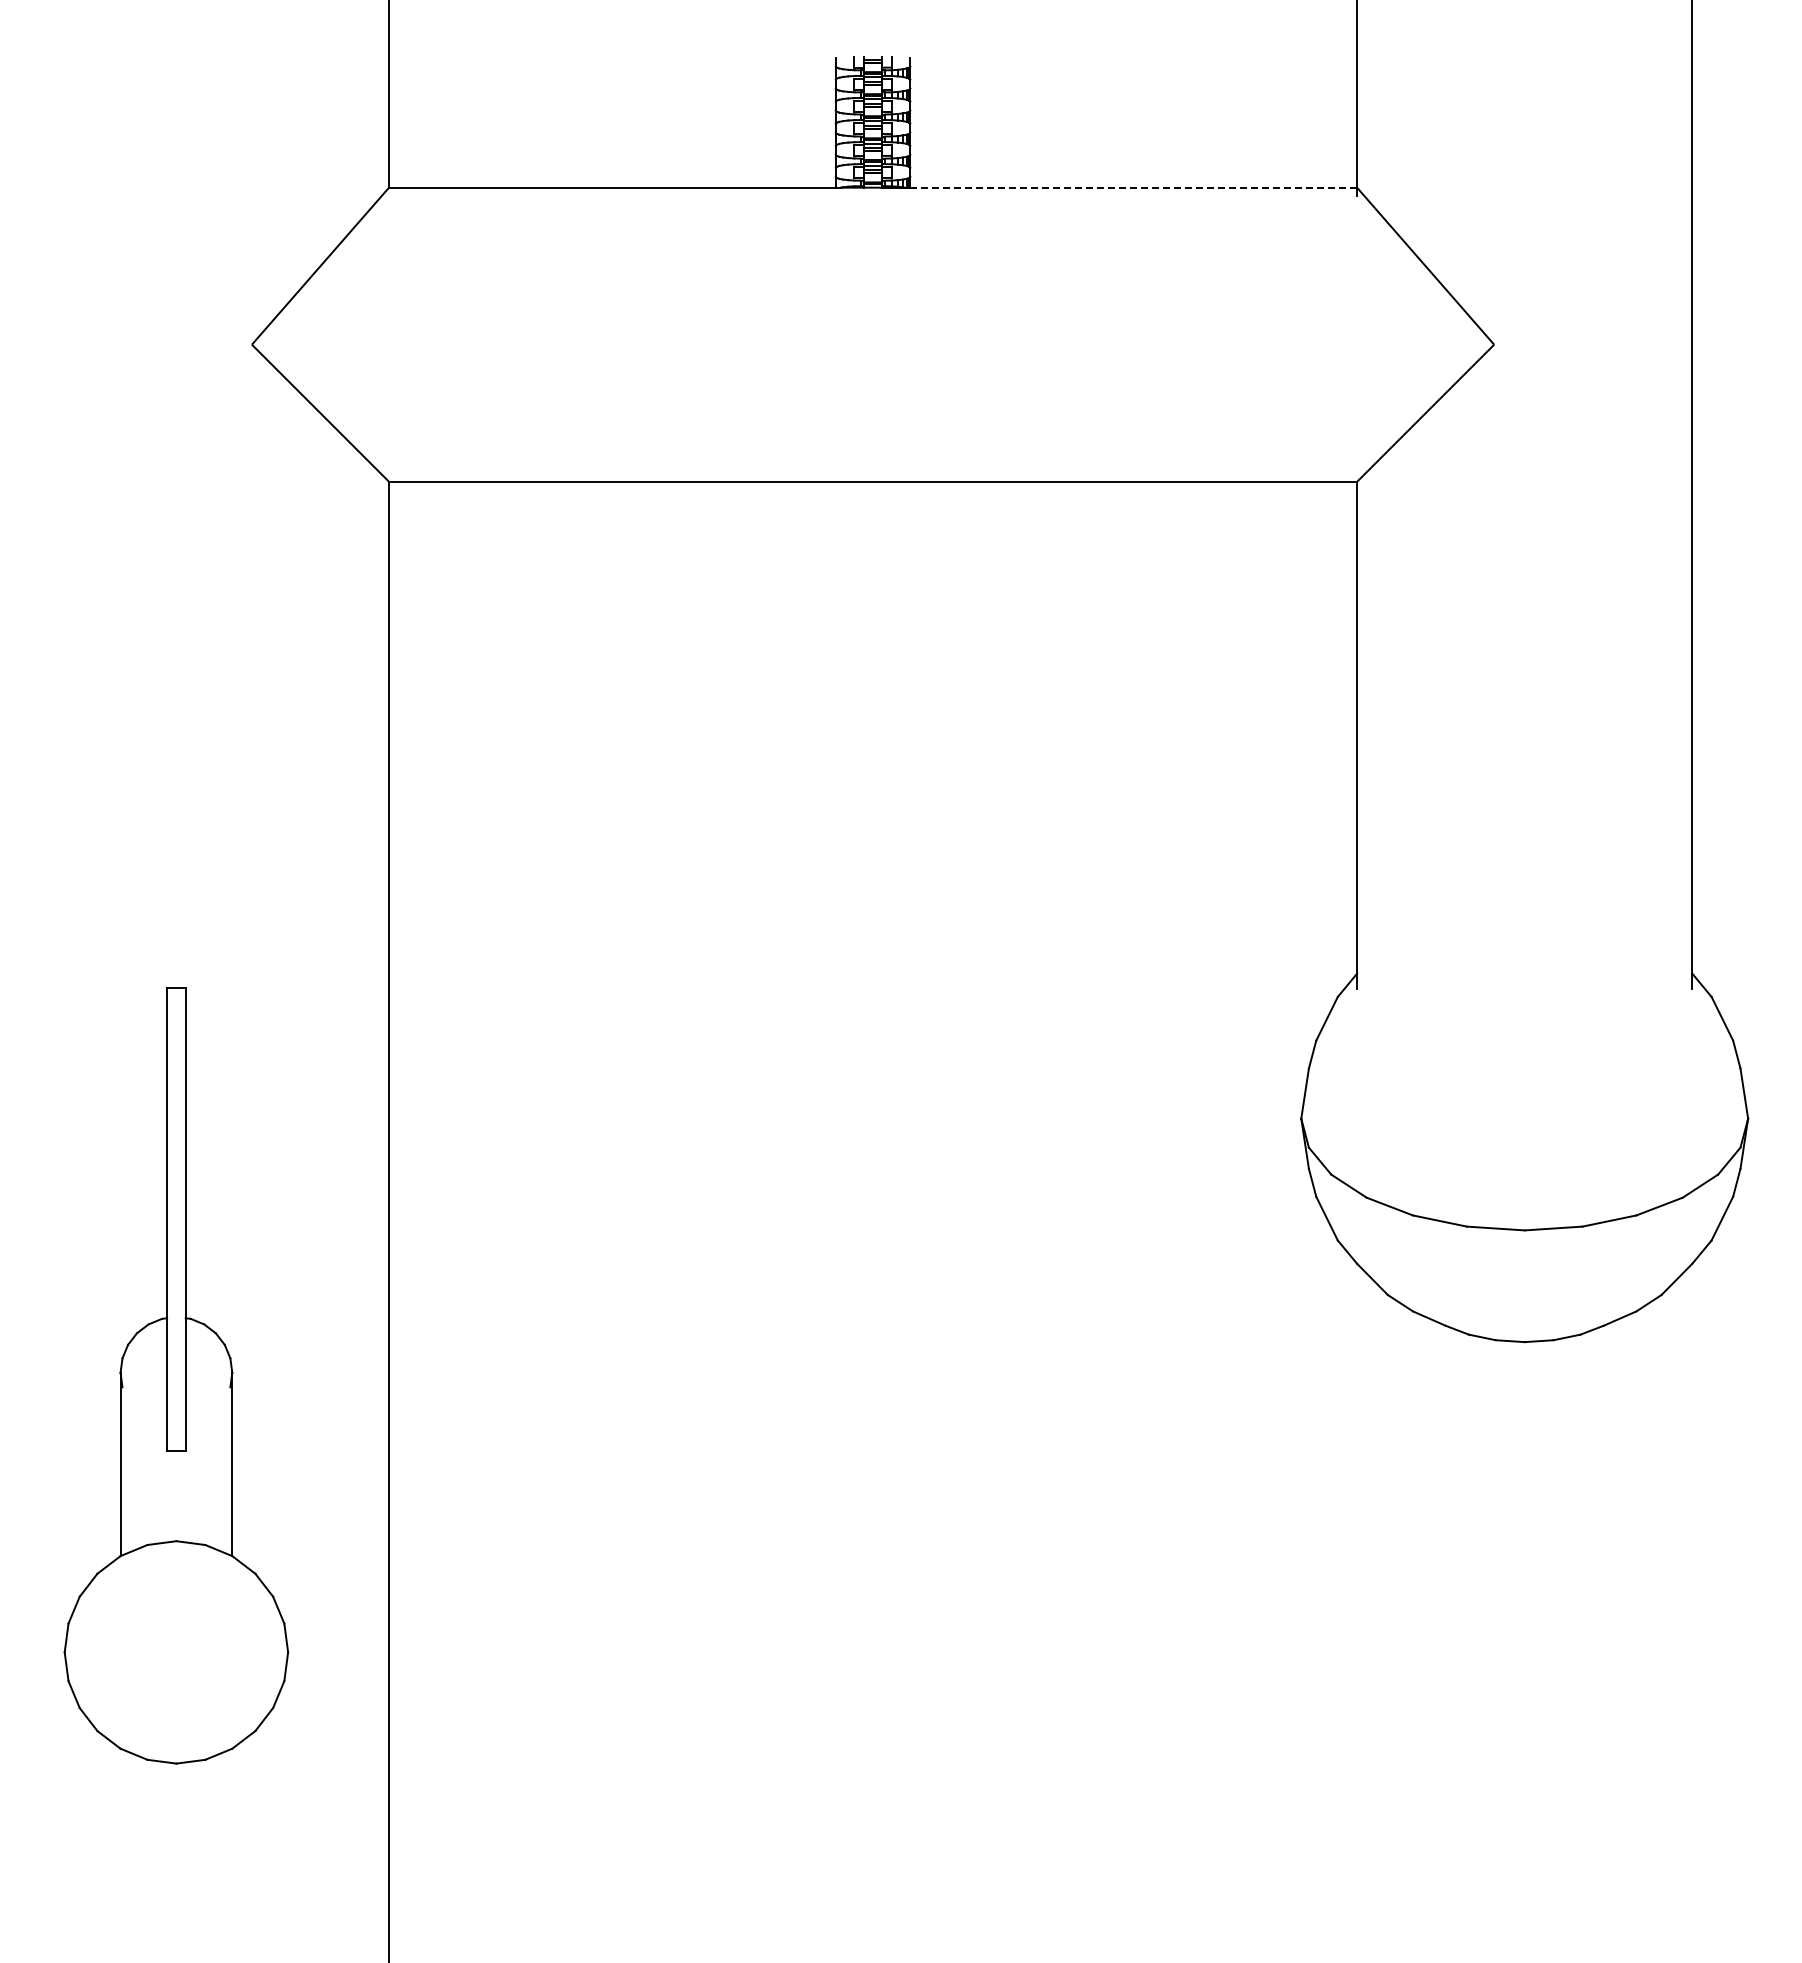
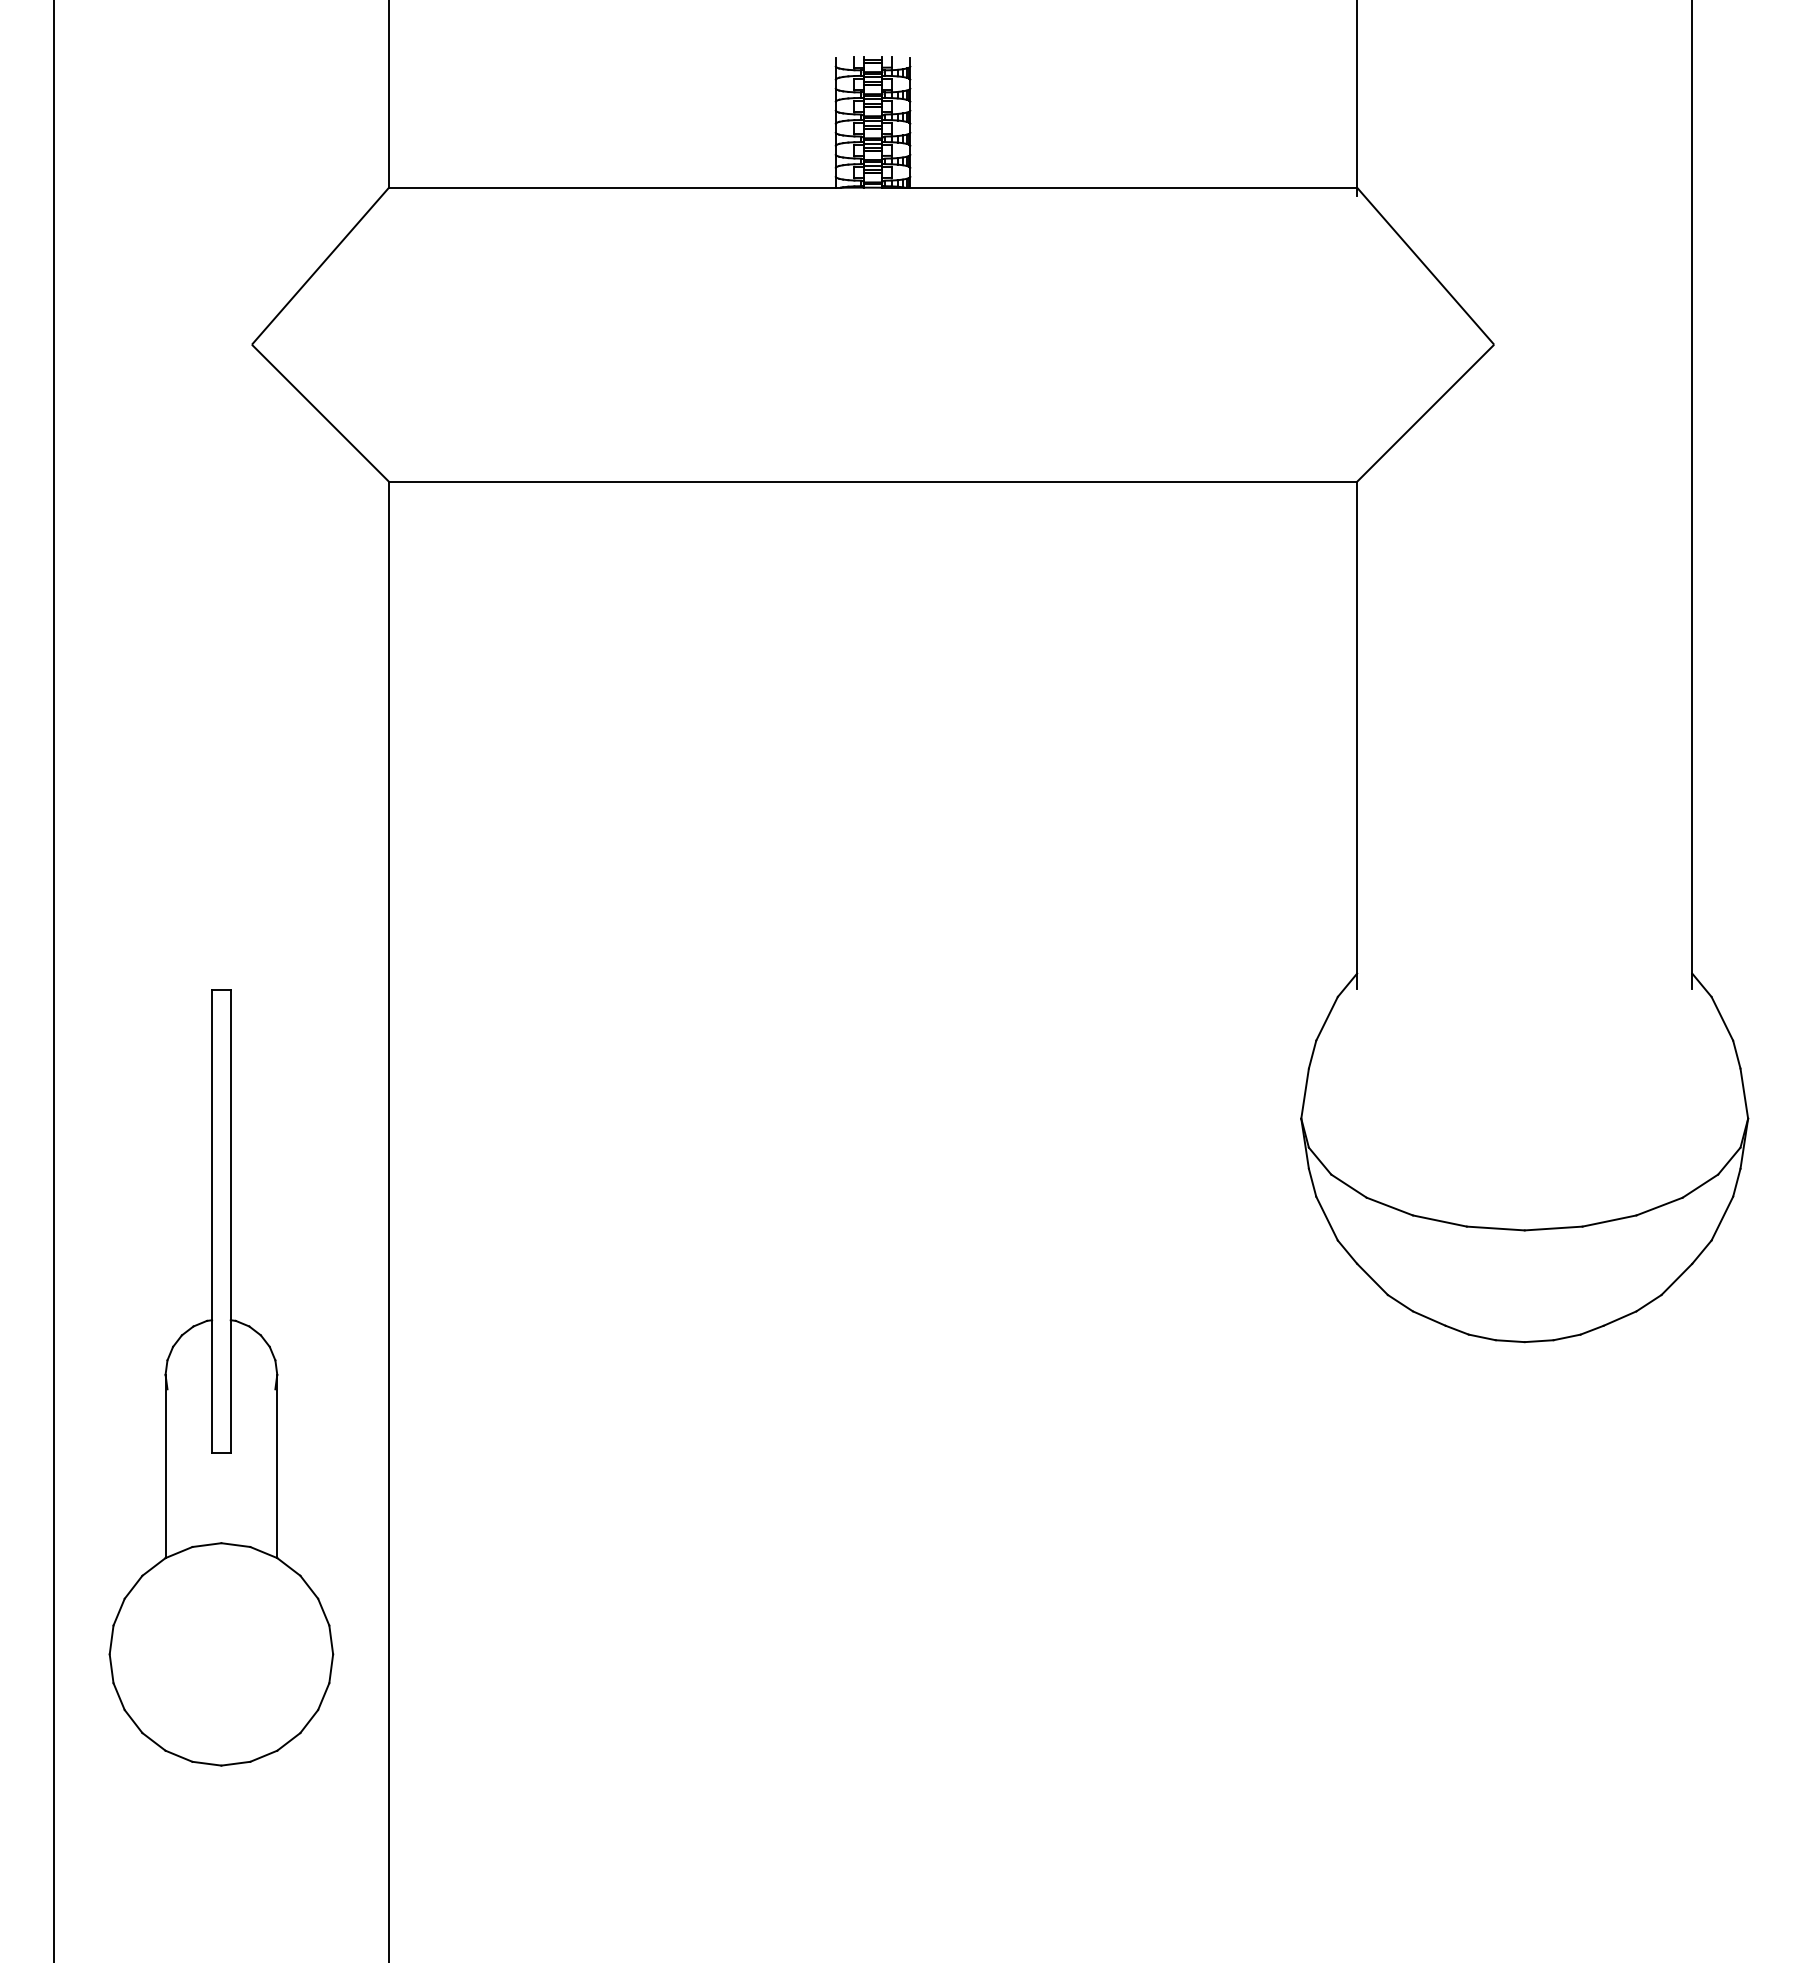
line at (1134, 187): dashed -> solid
line at (53, 980): none -> present
part at (176, 1375) position: (176, 1375) -> (221, 1377)
